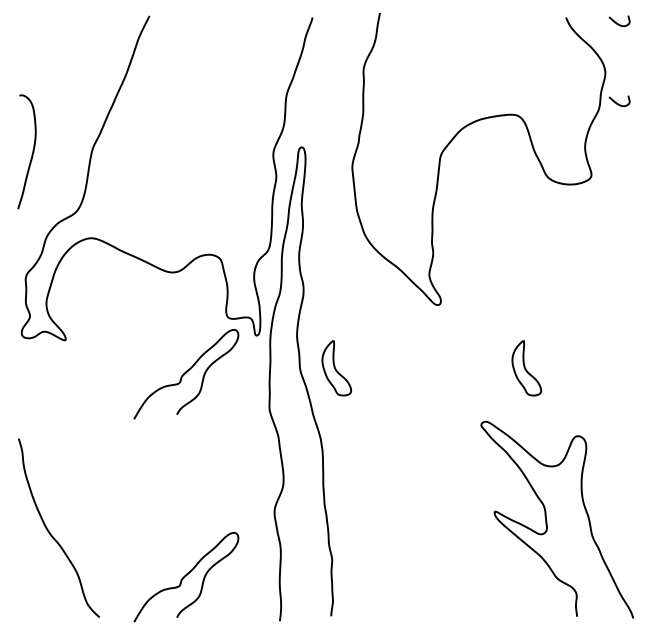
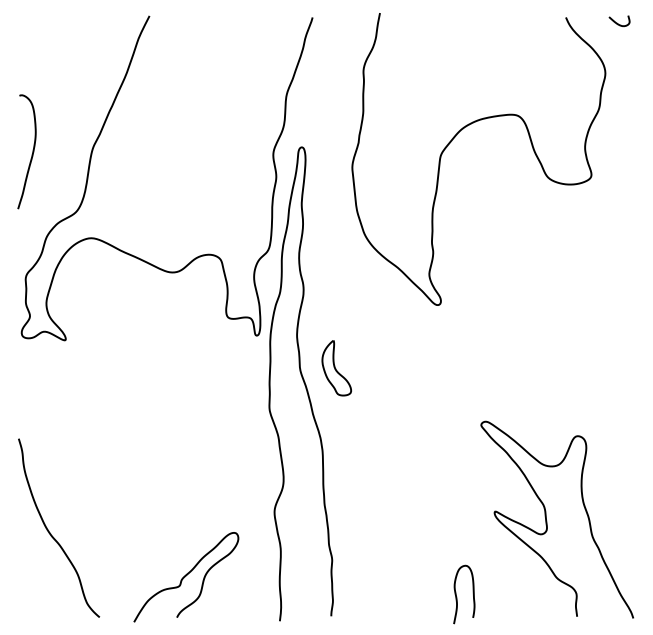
curve at (617, 102): present -> none
part at (526, 368): present -> none
curve at (186, 373): present -> none
curve at (457, 597): none -> present
